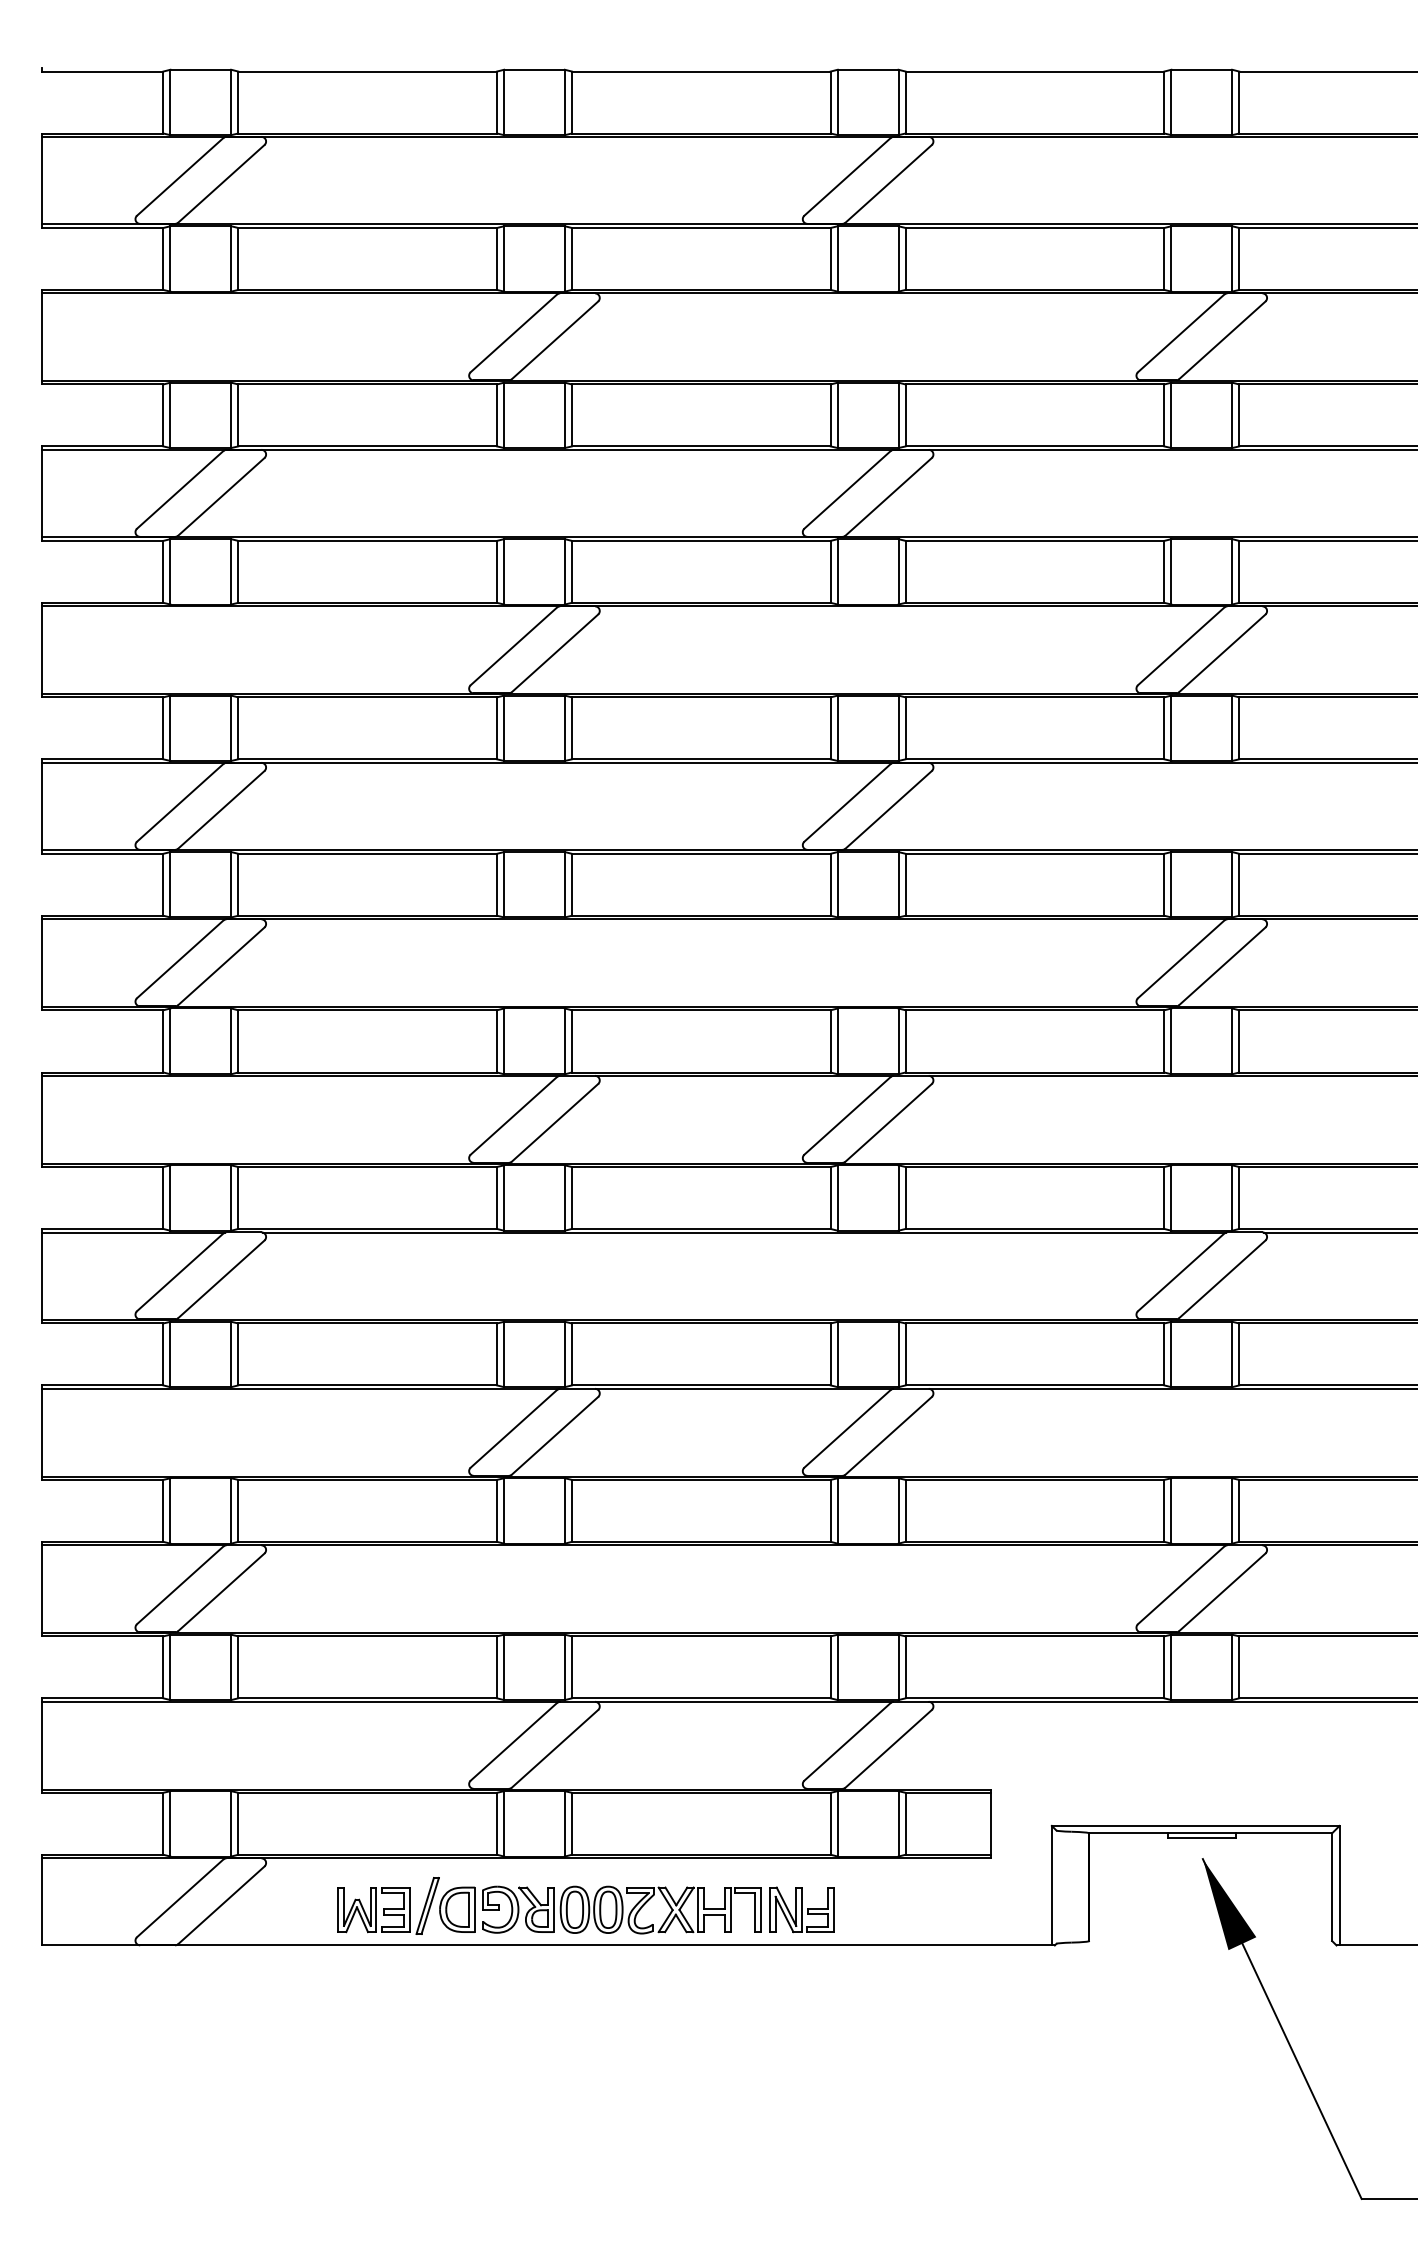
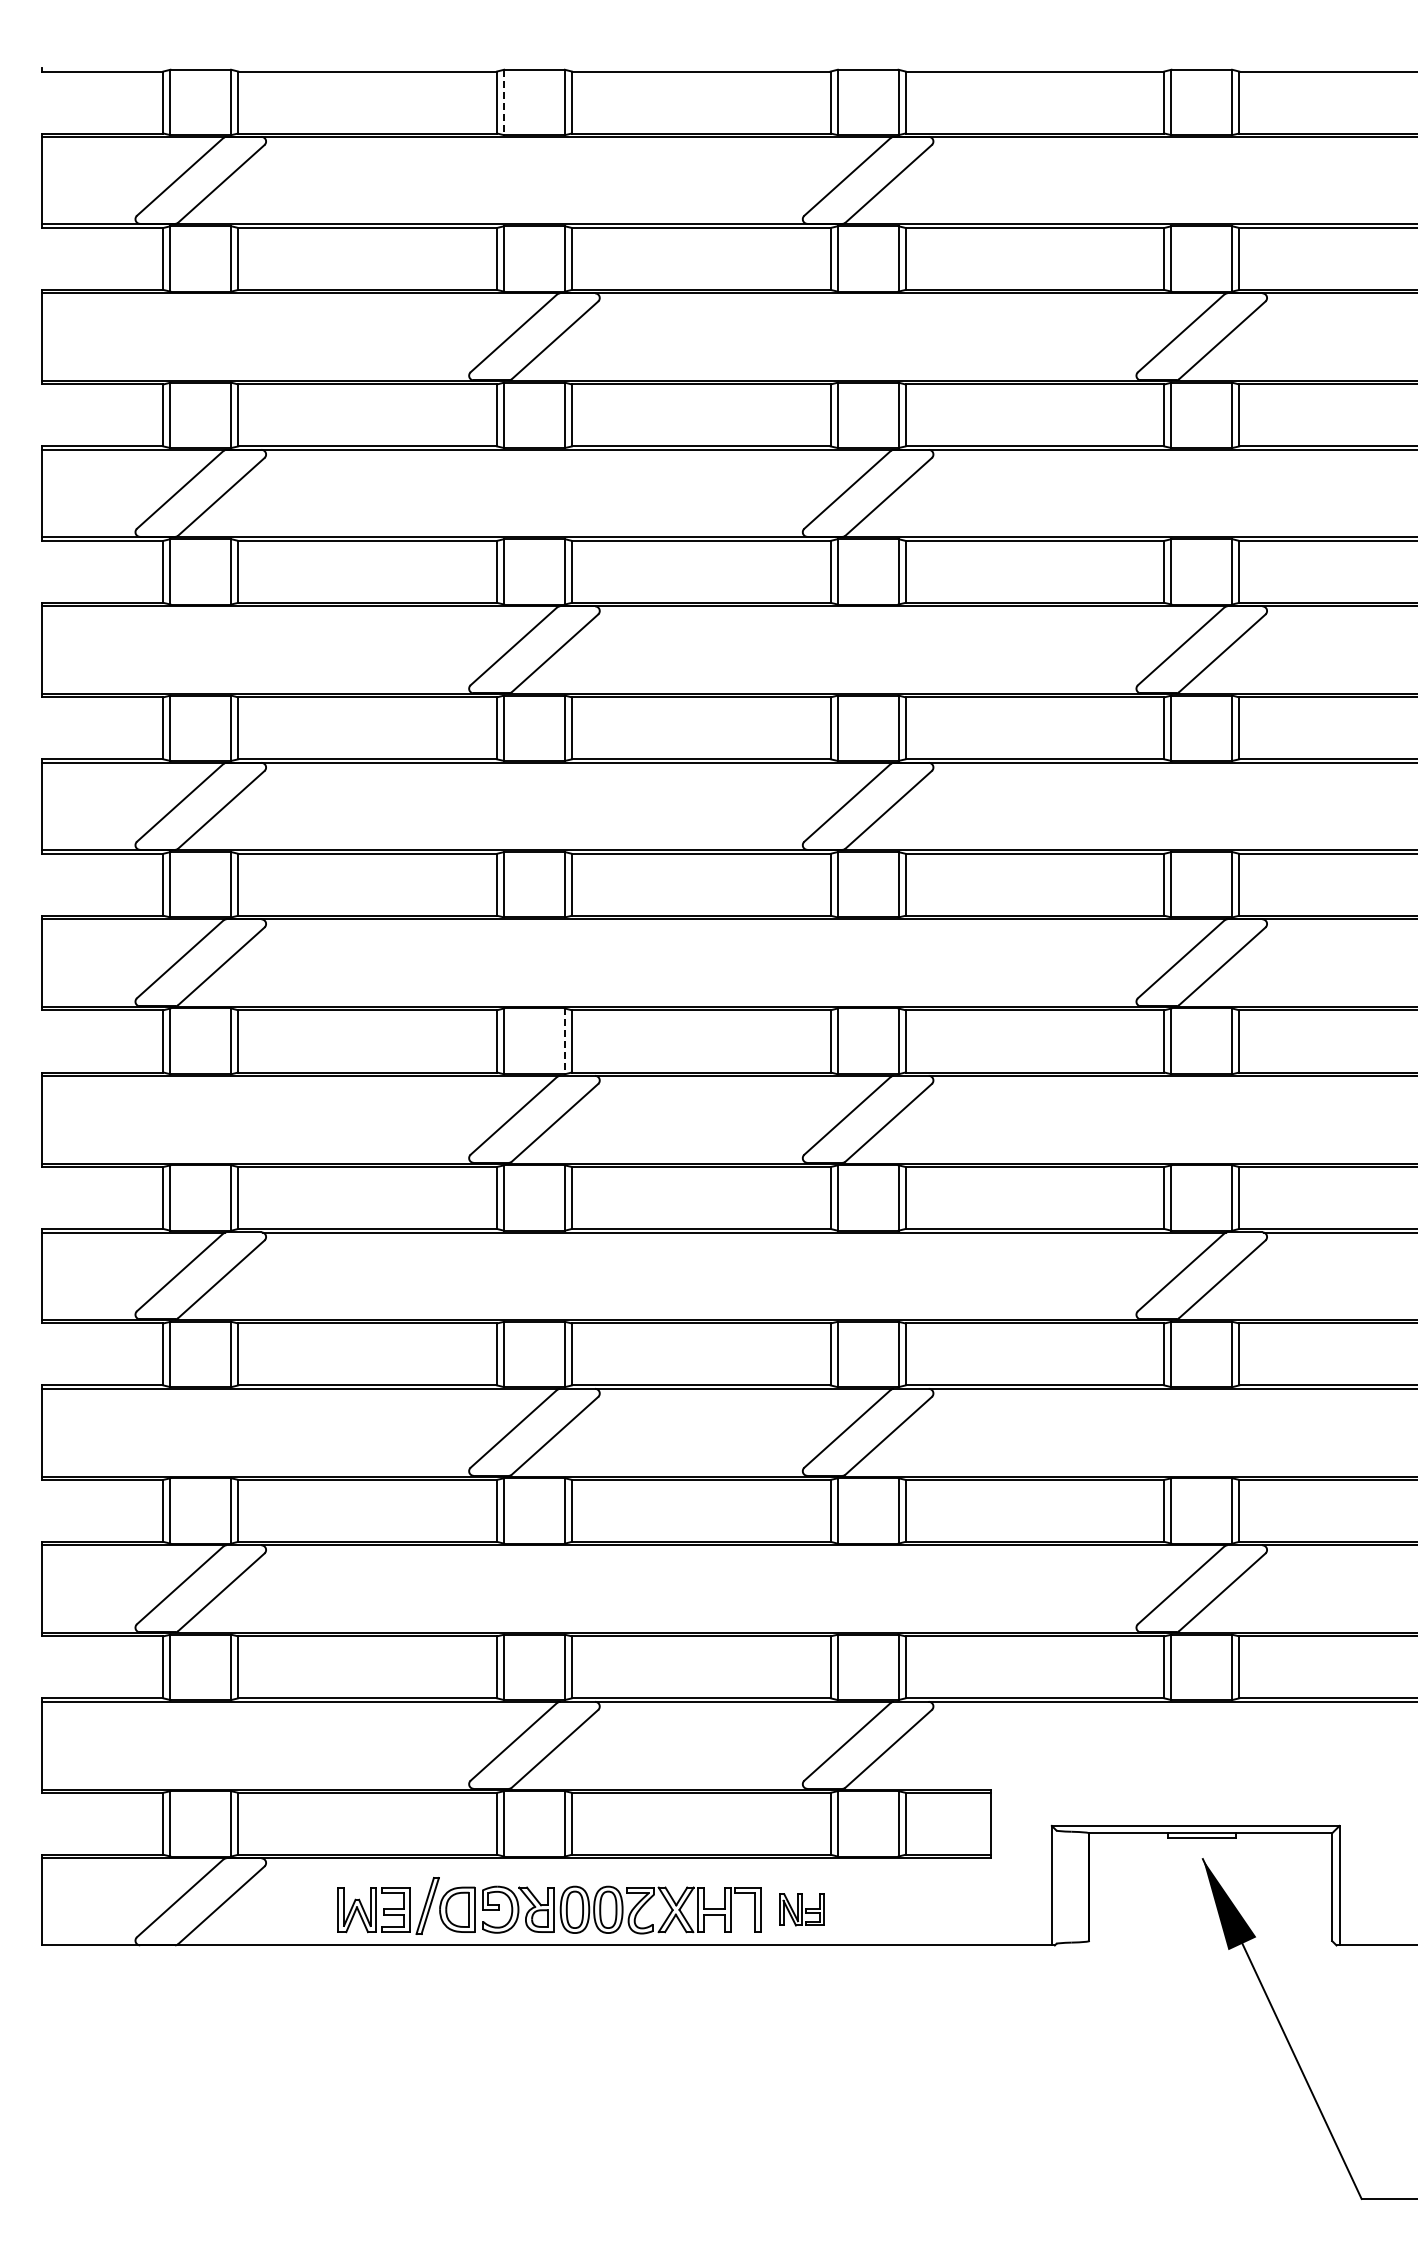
line at (504, 102): solid -> dashed
line at (564, 1041): solid -> dashed
part at (801, 1909) size: 66x48 px -> 46x34 px
